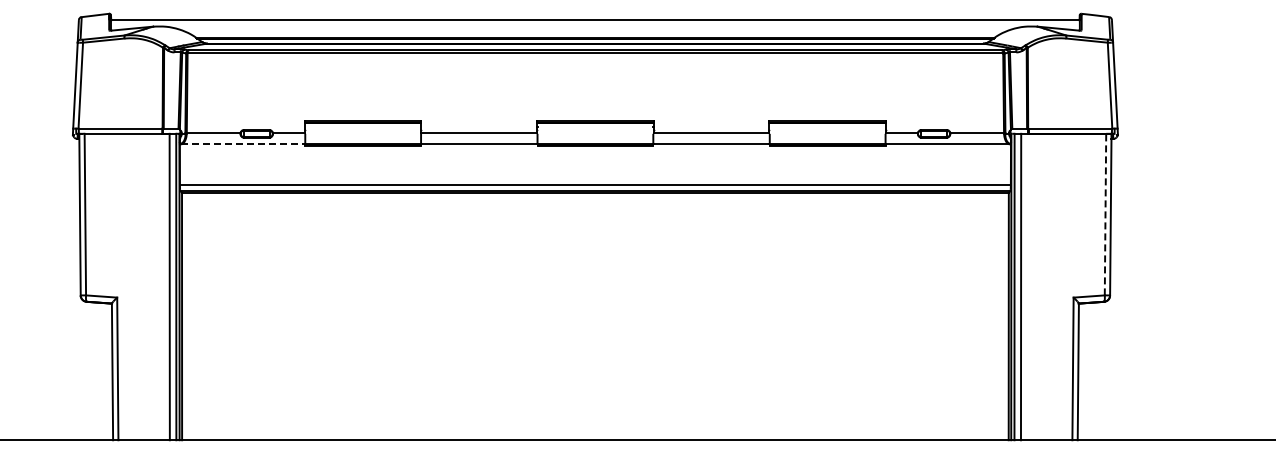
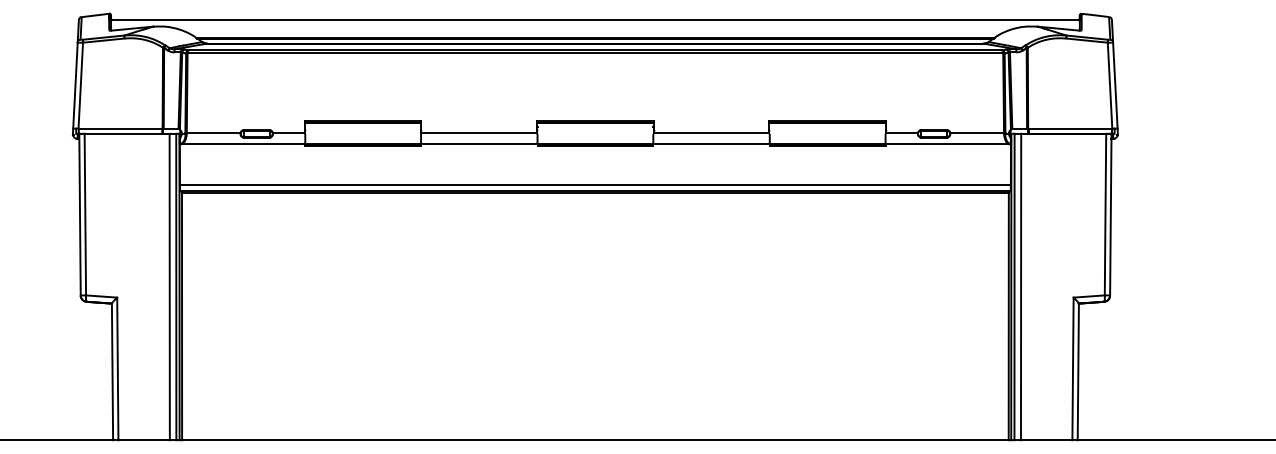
line at (243, 144): dashed -> solid
line at (1105, 214): dashed -> solid
